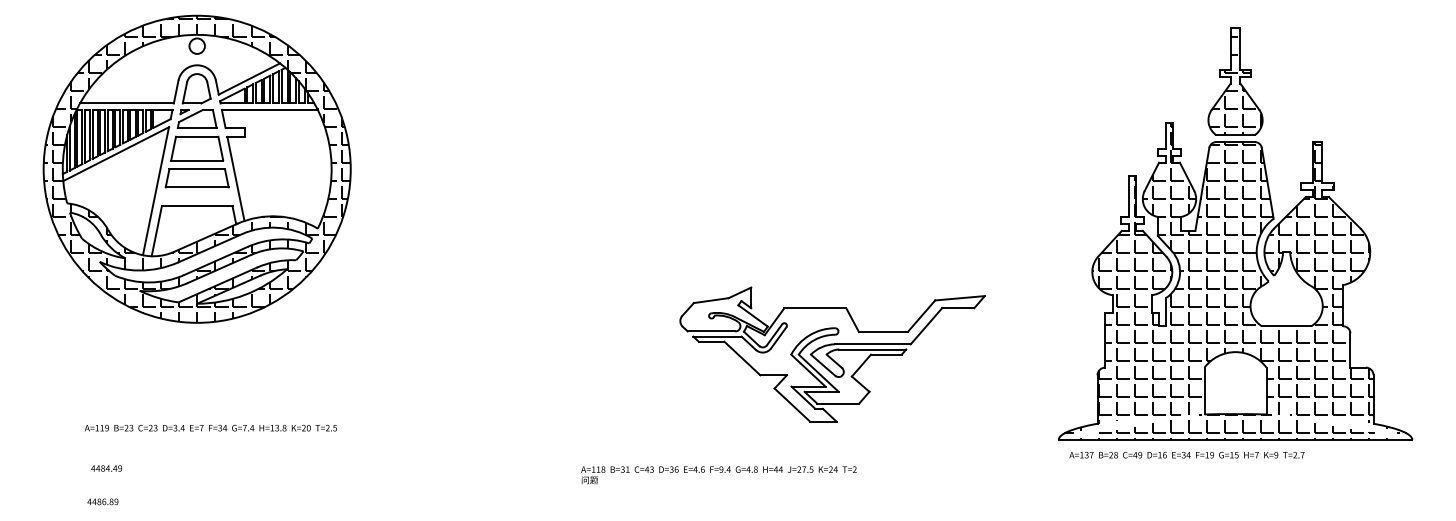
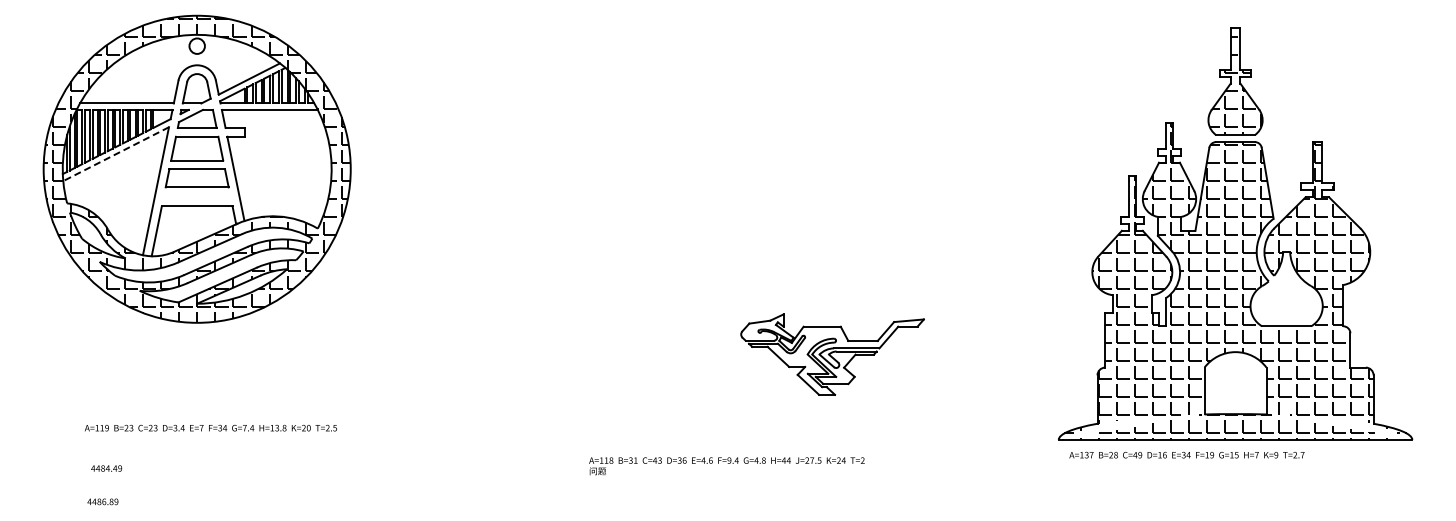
line at (115, 154): solid -> dashed
part at (832, 354) size: 307x137 px -> 185x83 px
text at (718, 475) position: (718, 475) -> (726, 466)
